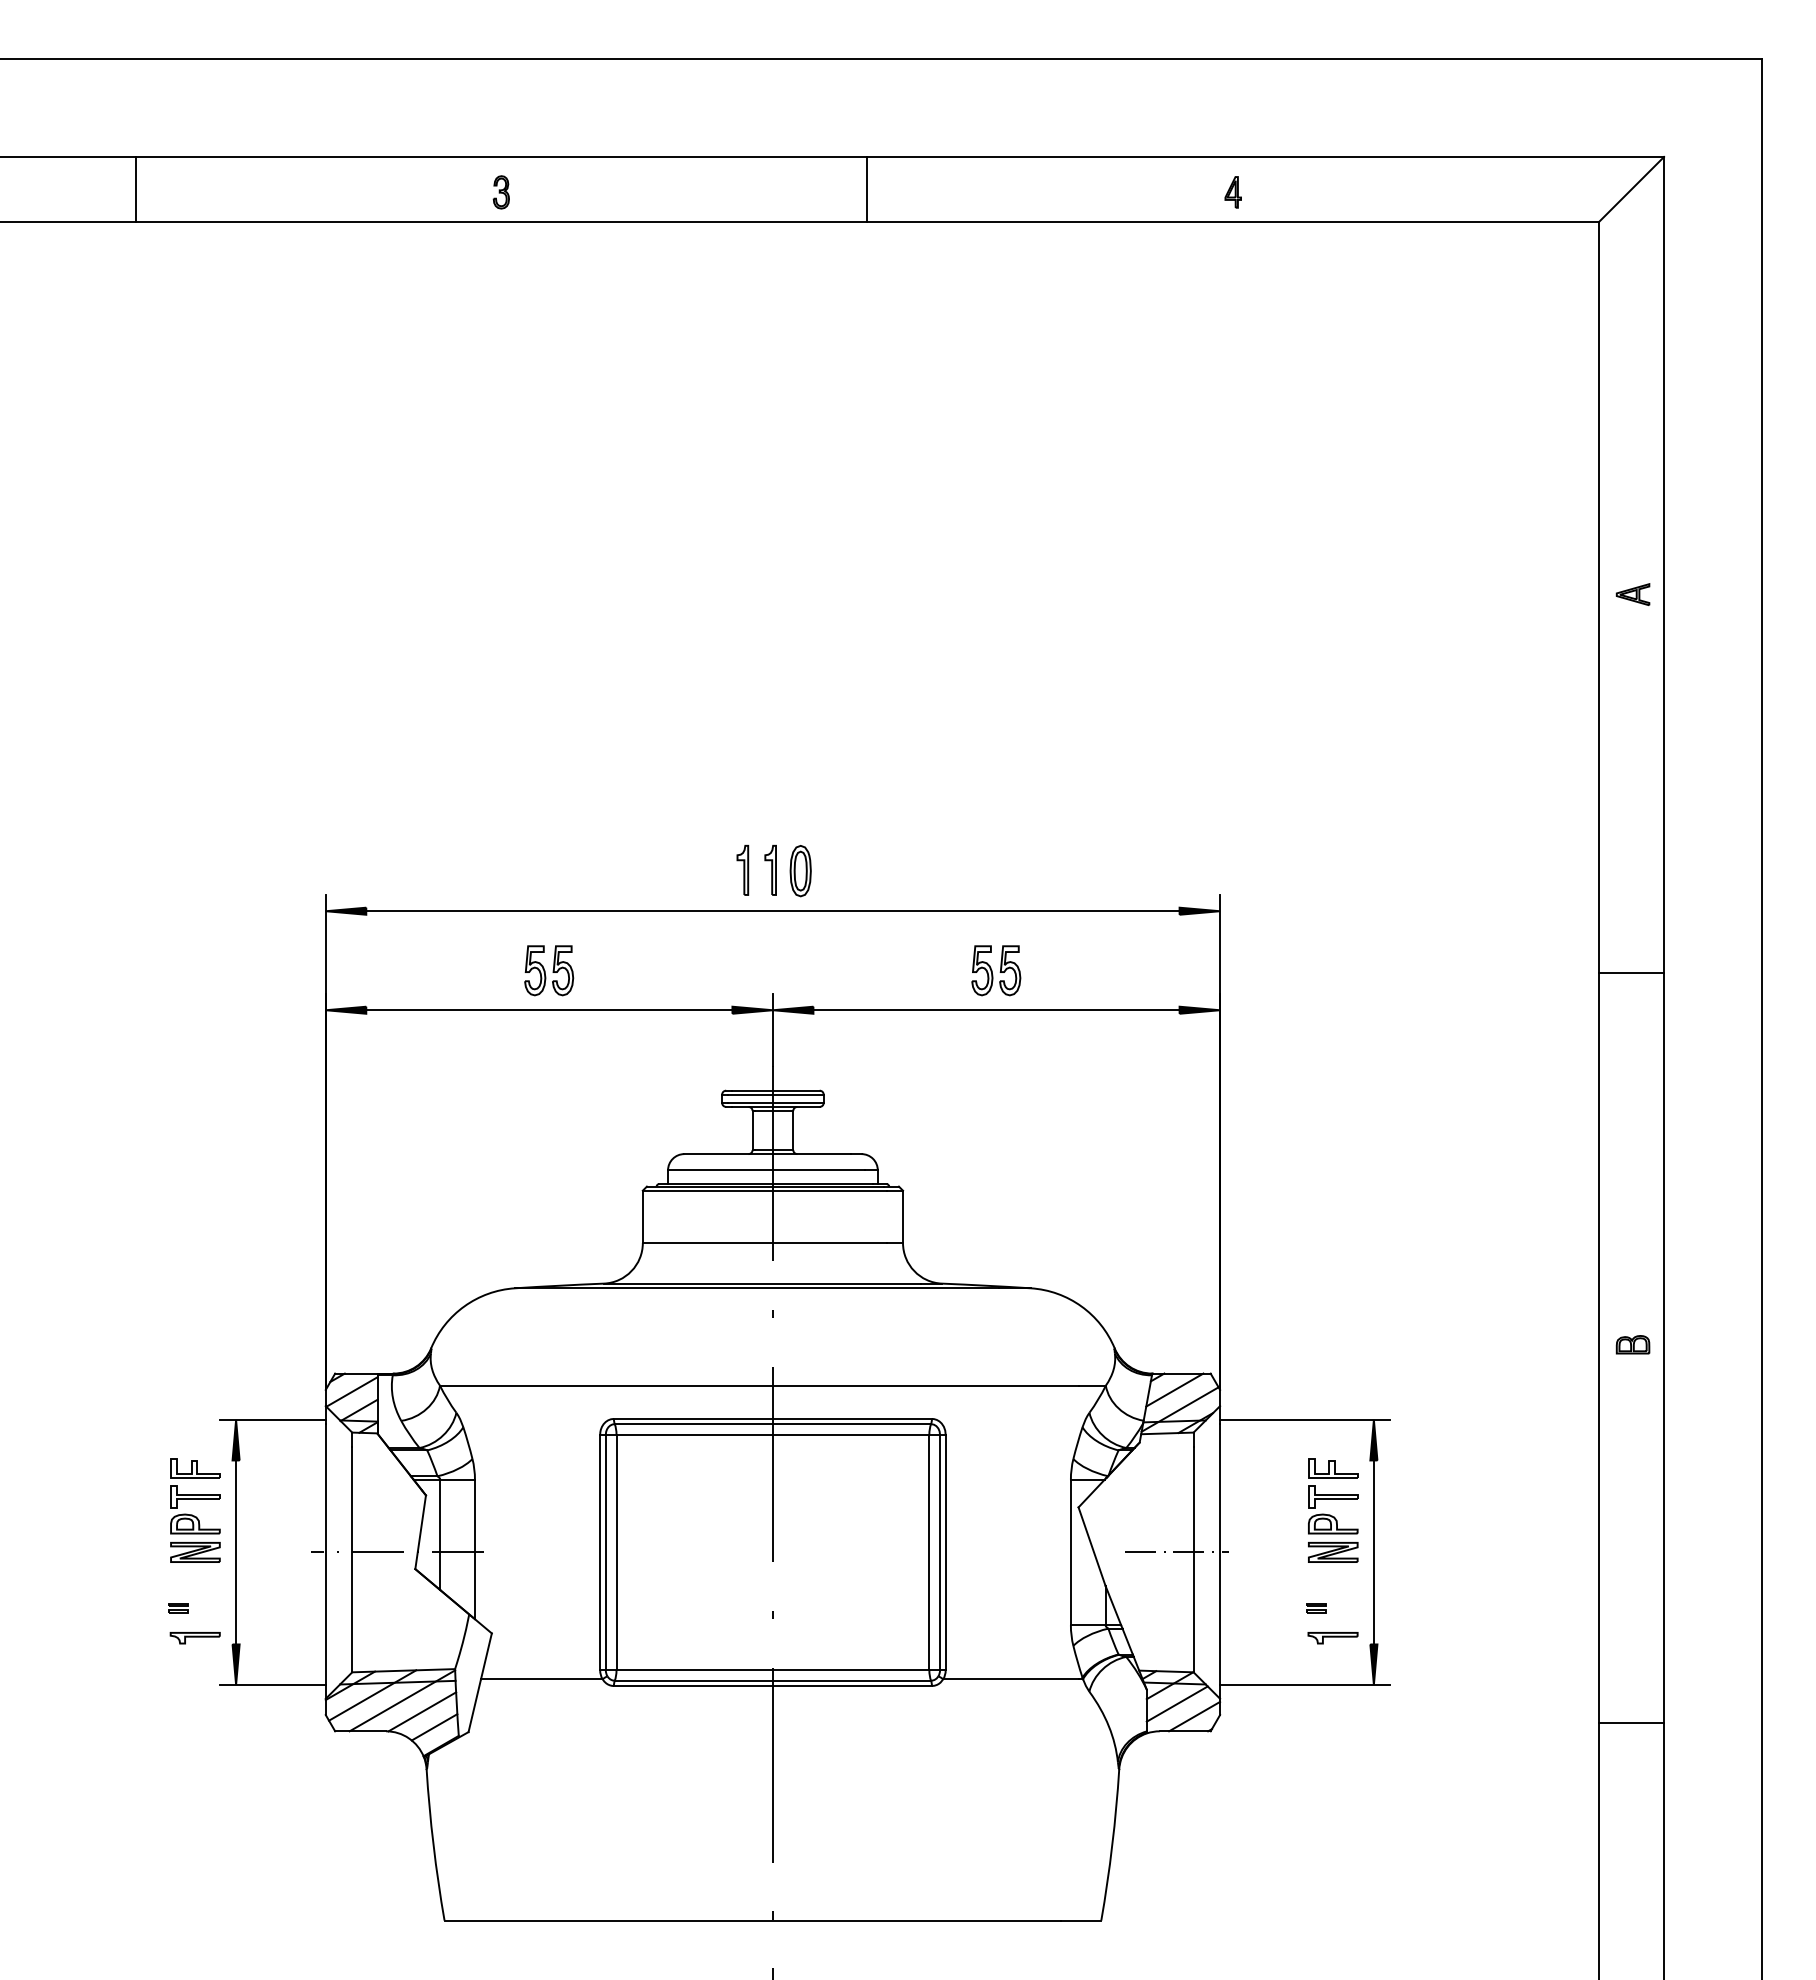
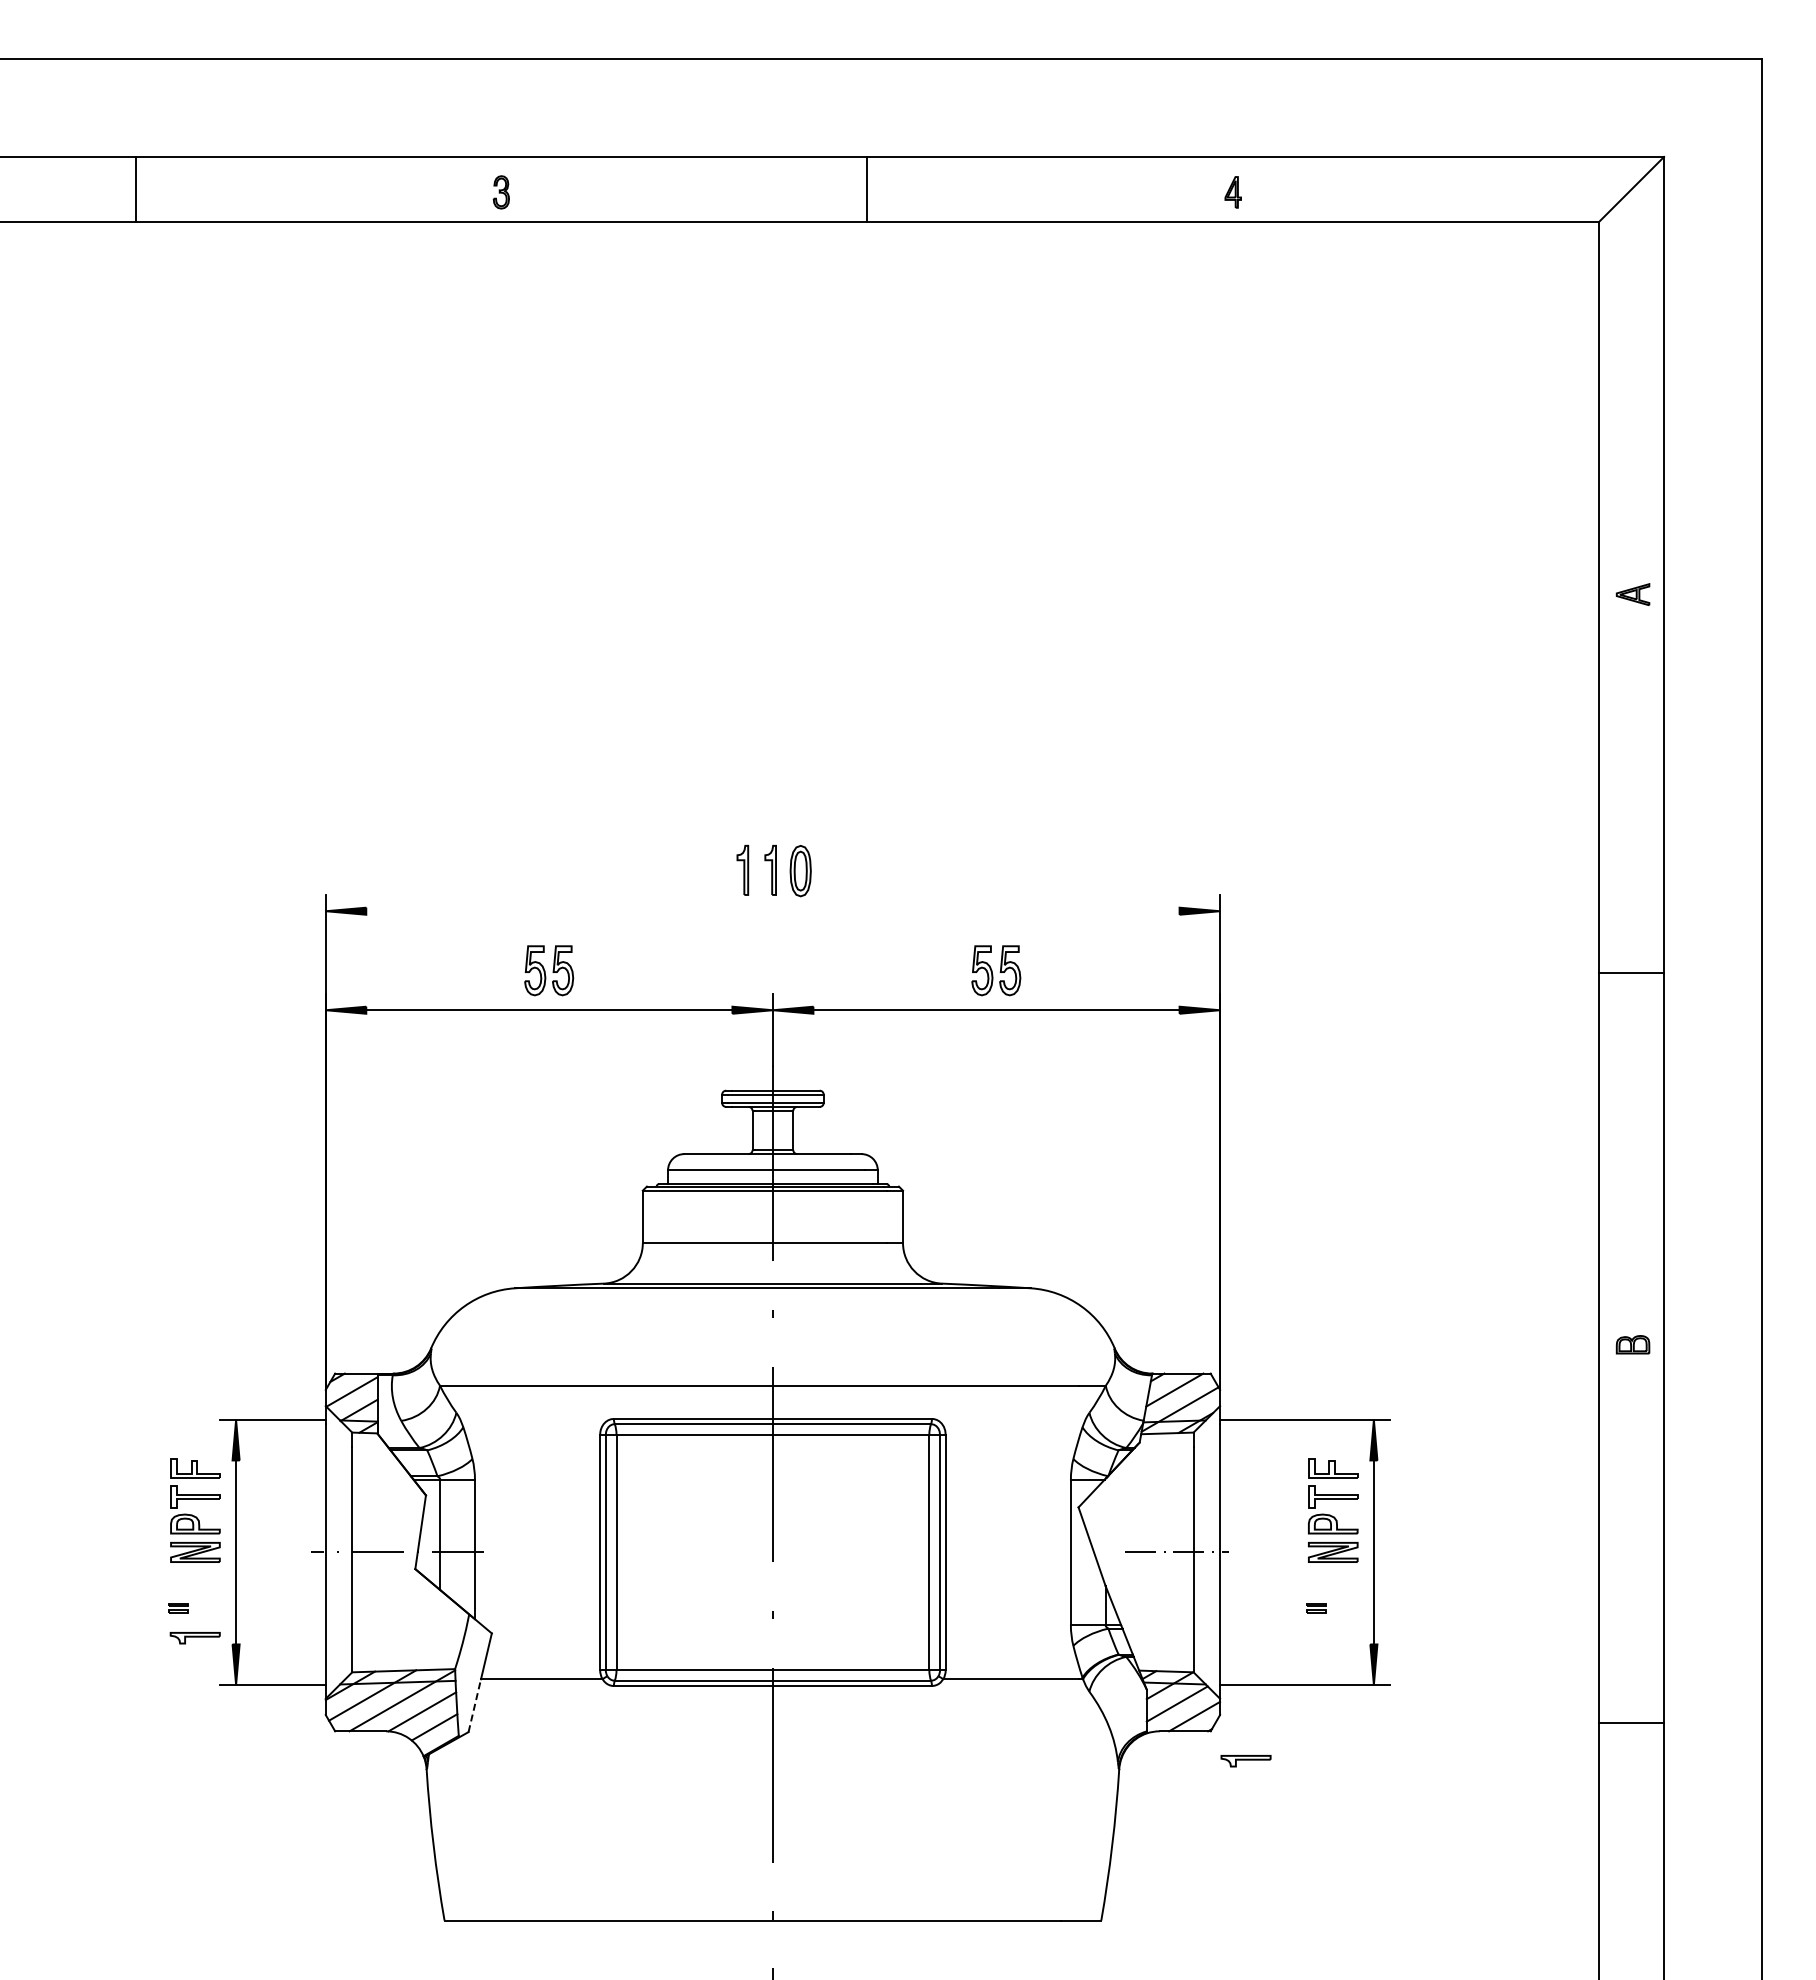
line at (772, 911): present -> none
part at (1332, 1638) position: (1332, 1638) -> (1245, 1761)
line at (474, 1705): solid -> dashed
